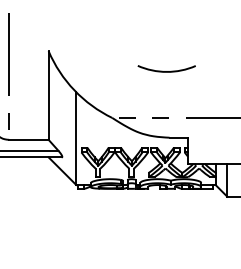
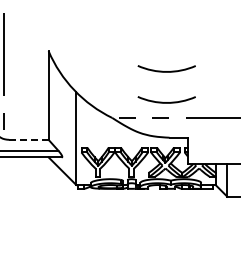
line at (8, 71) position: (8, 71) -> (3, 71)
arc at (166, 102): none -> present
line at (28, 139): solid -> dashed
